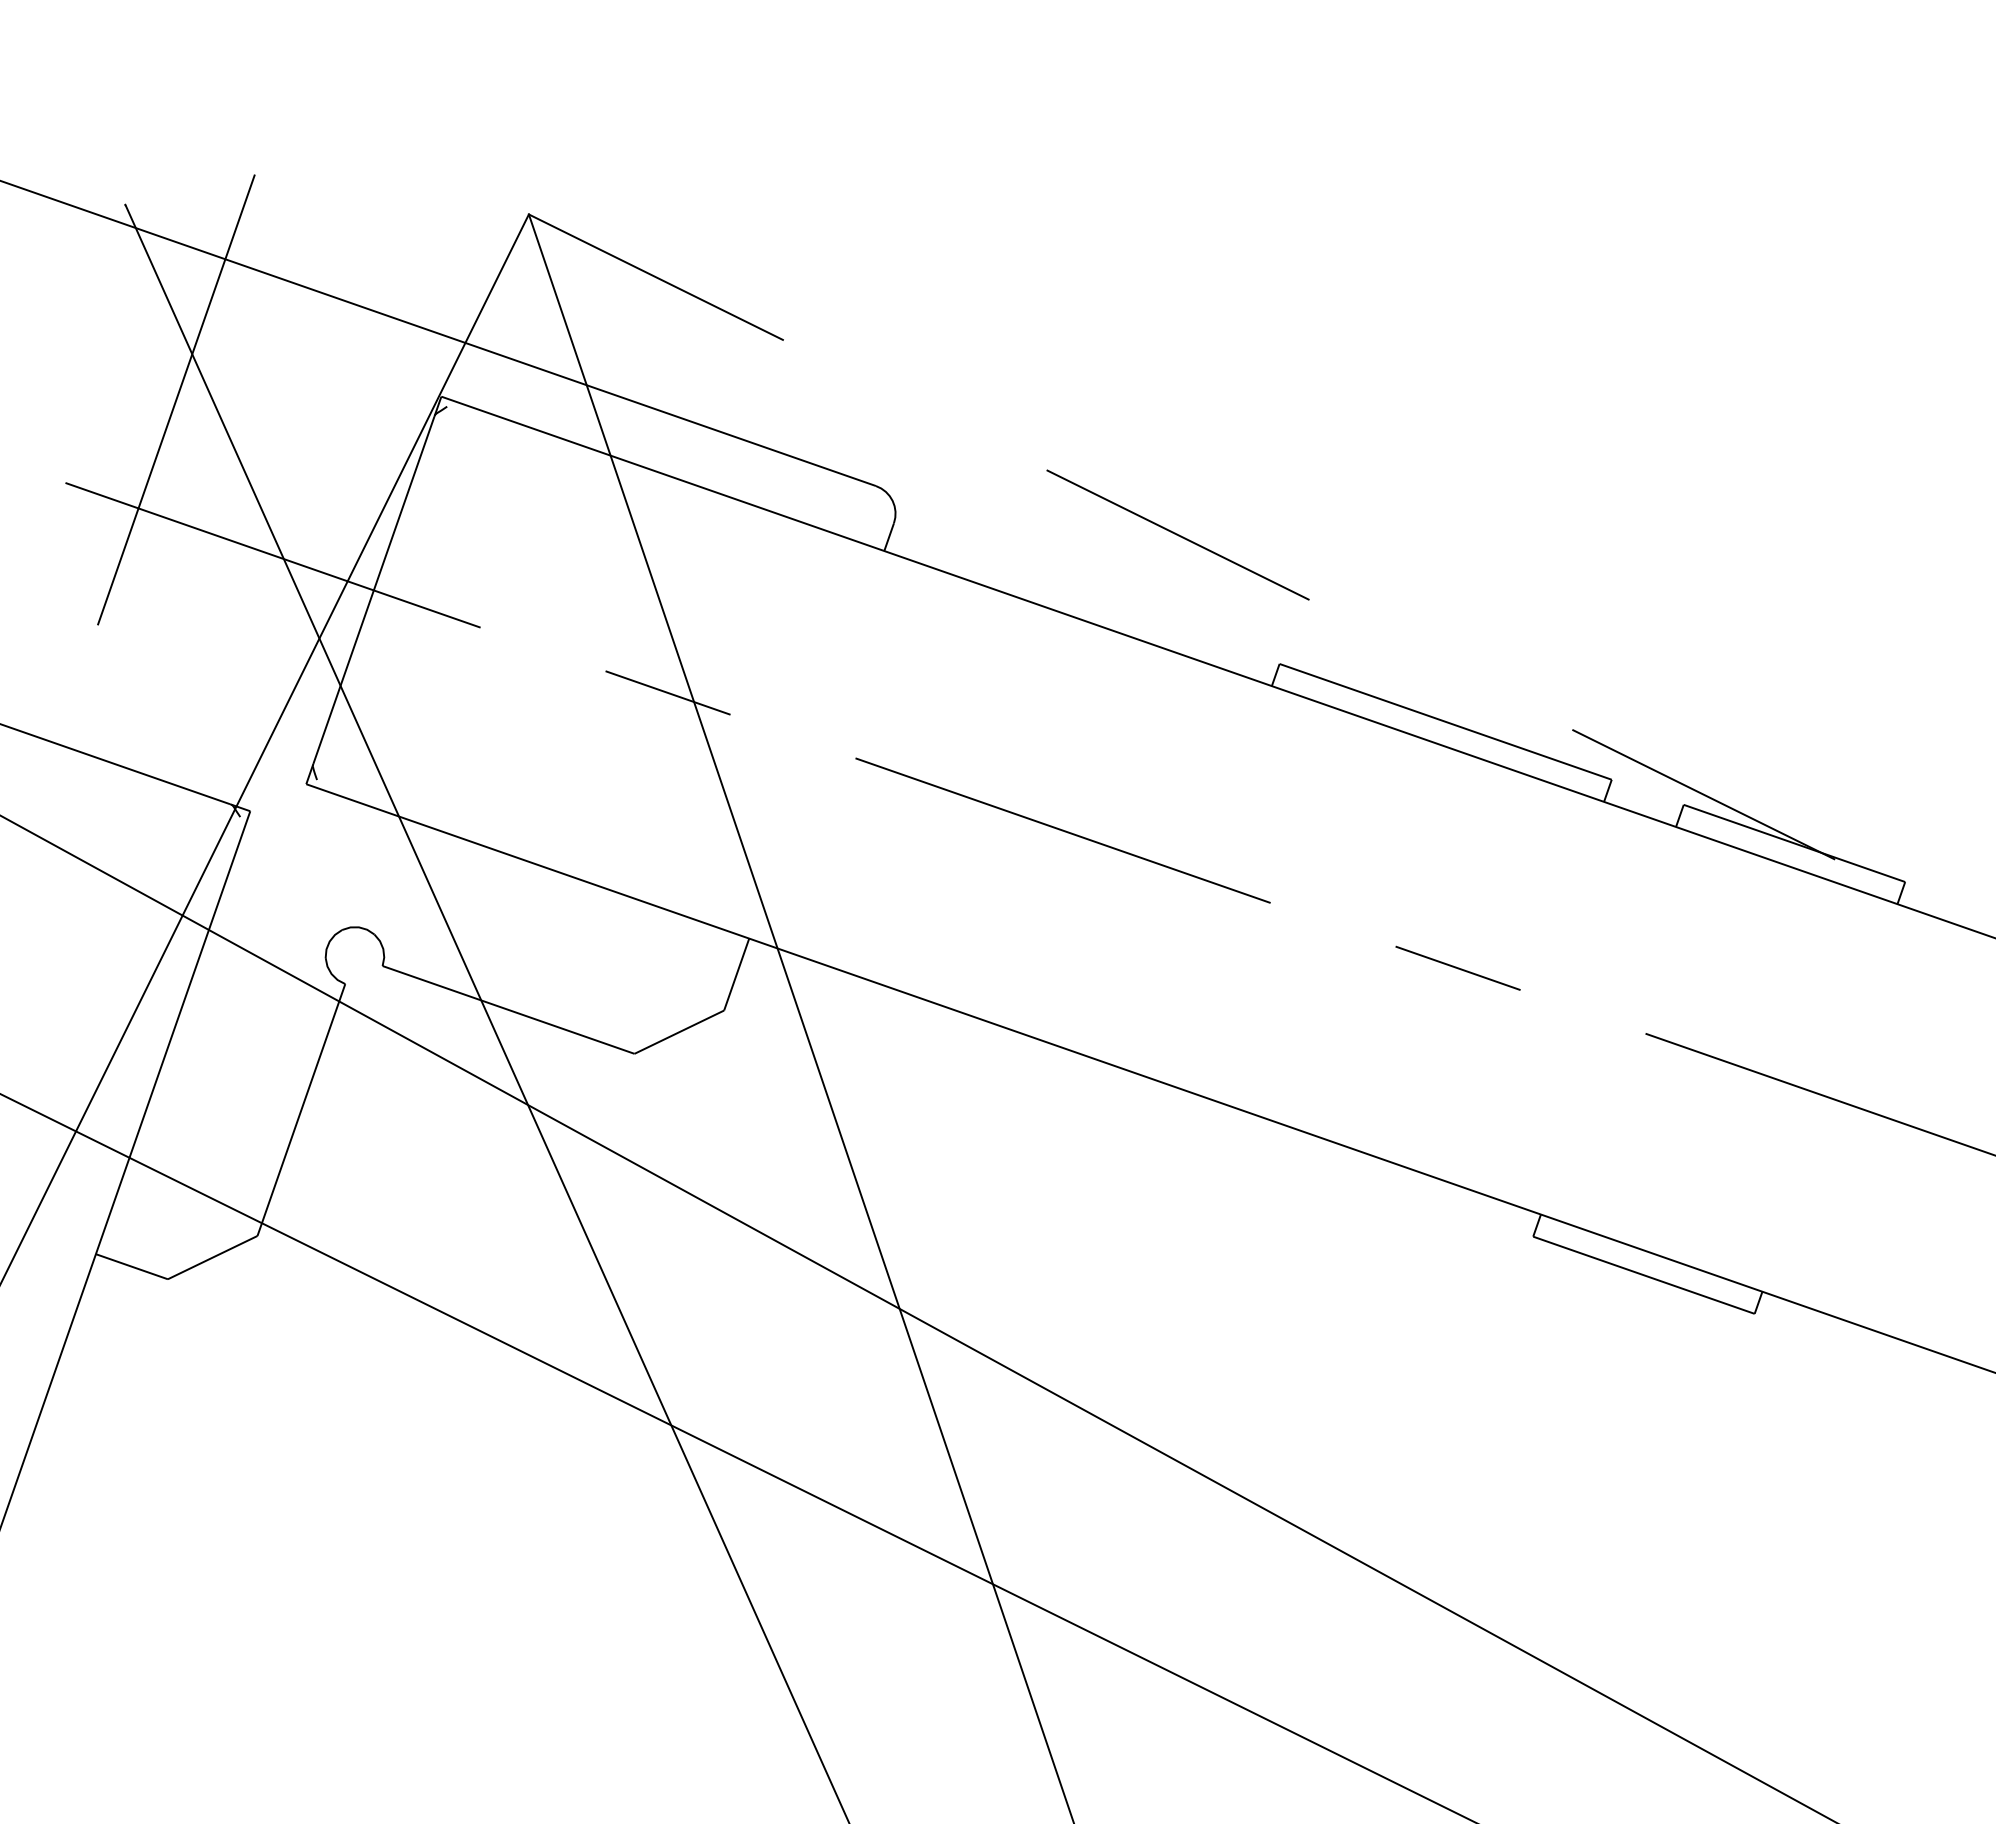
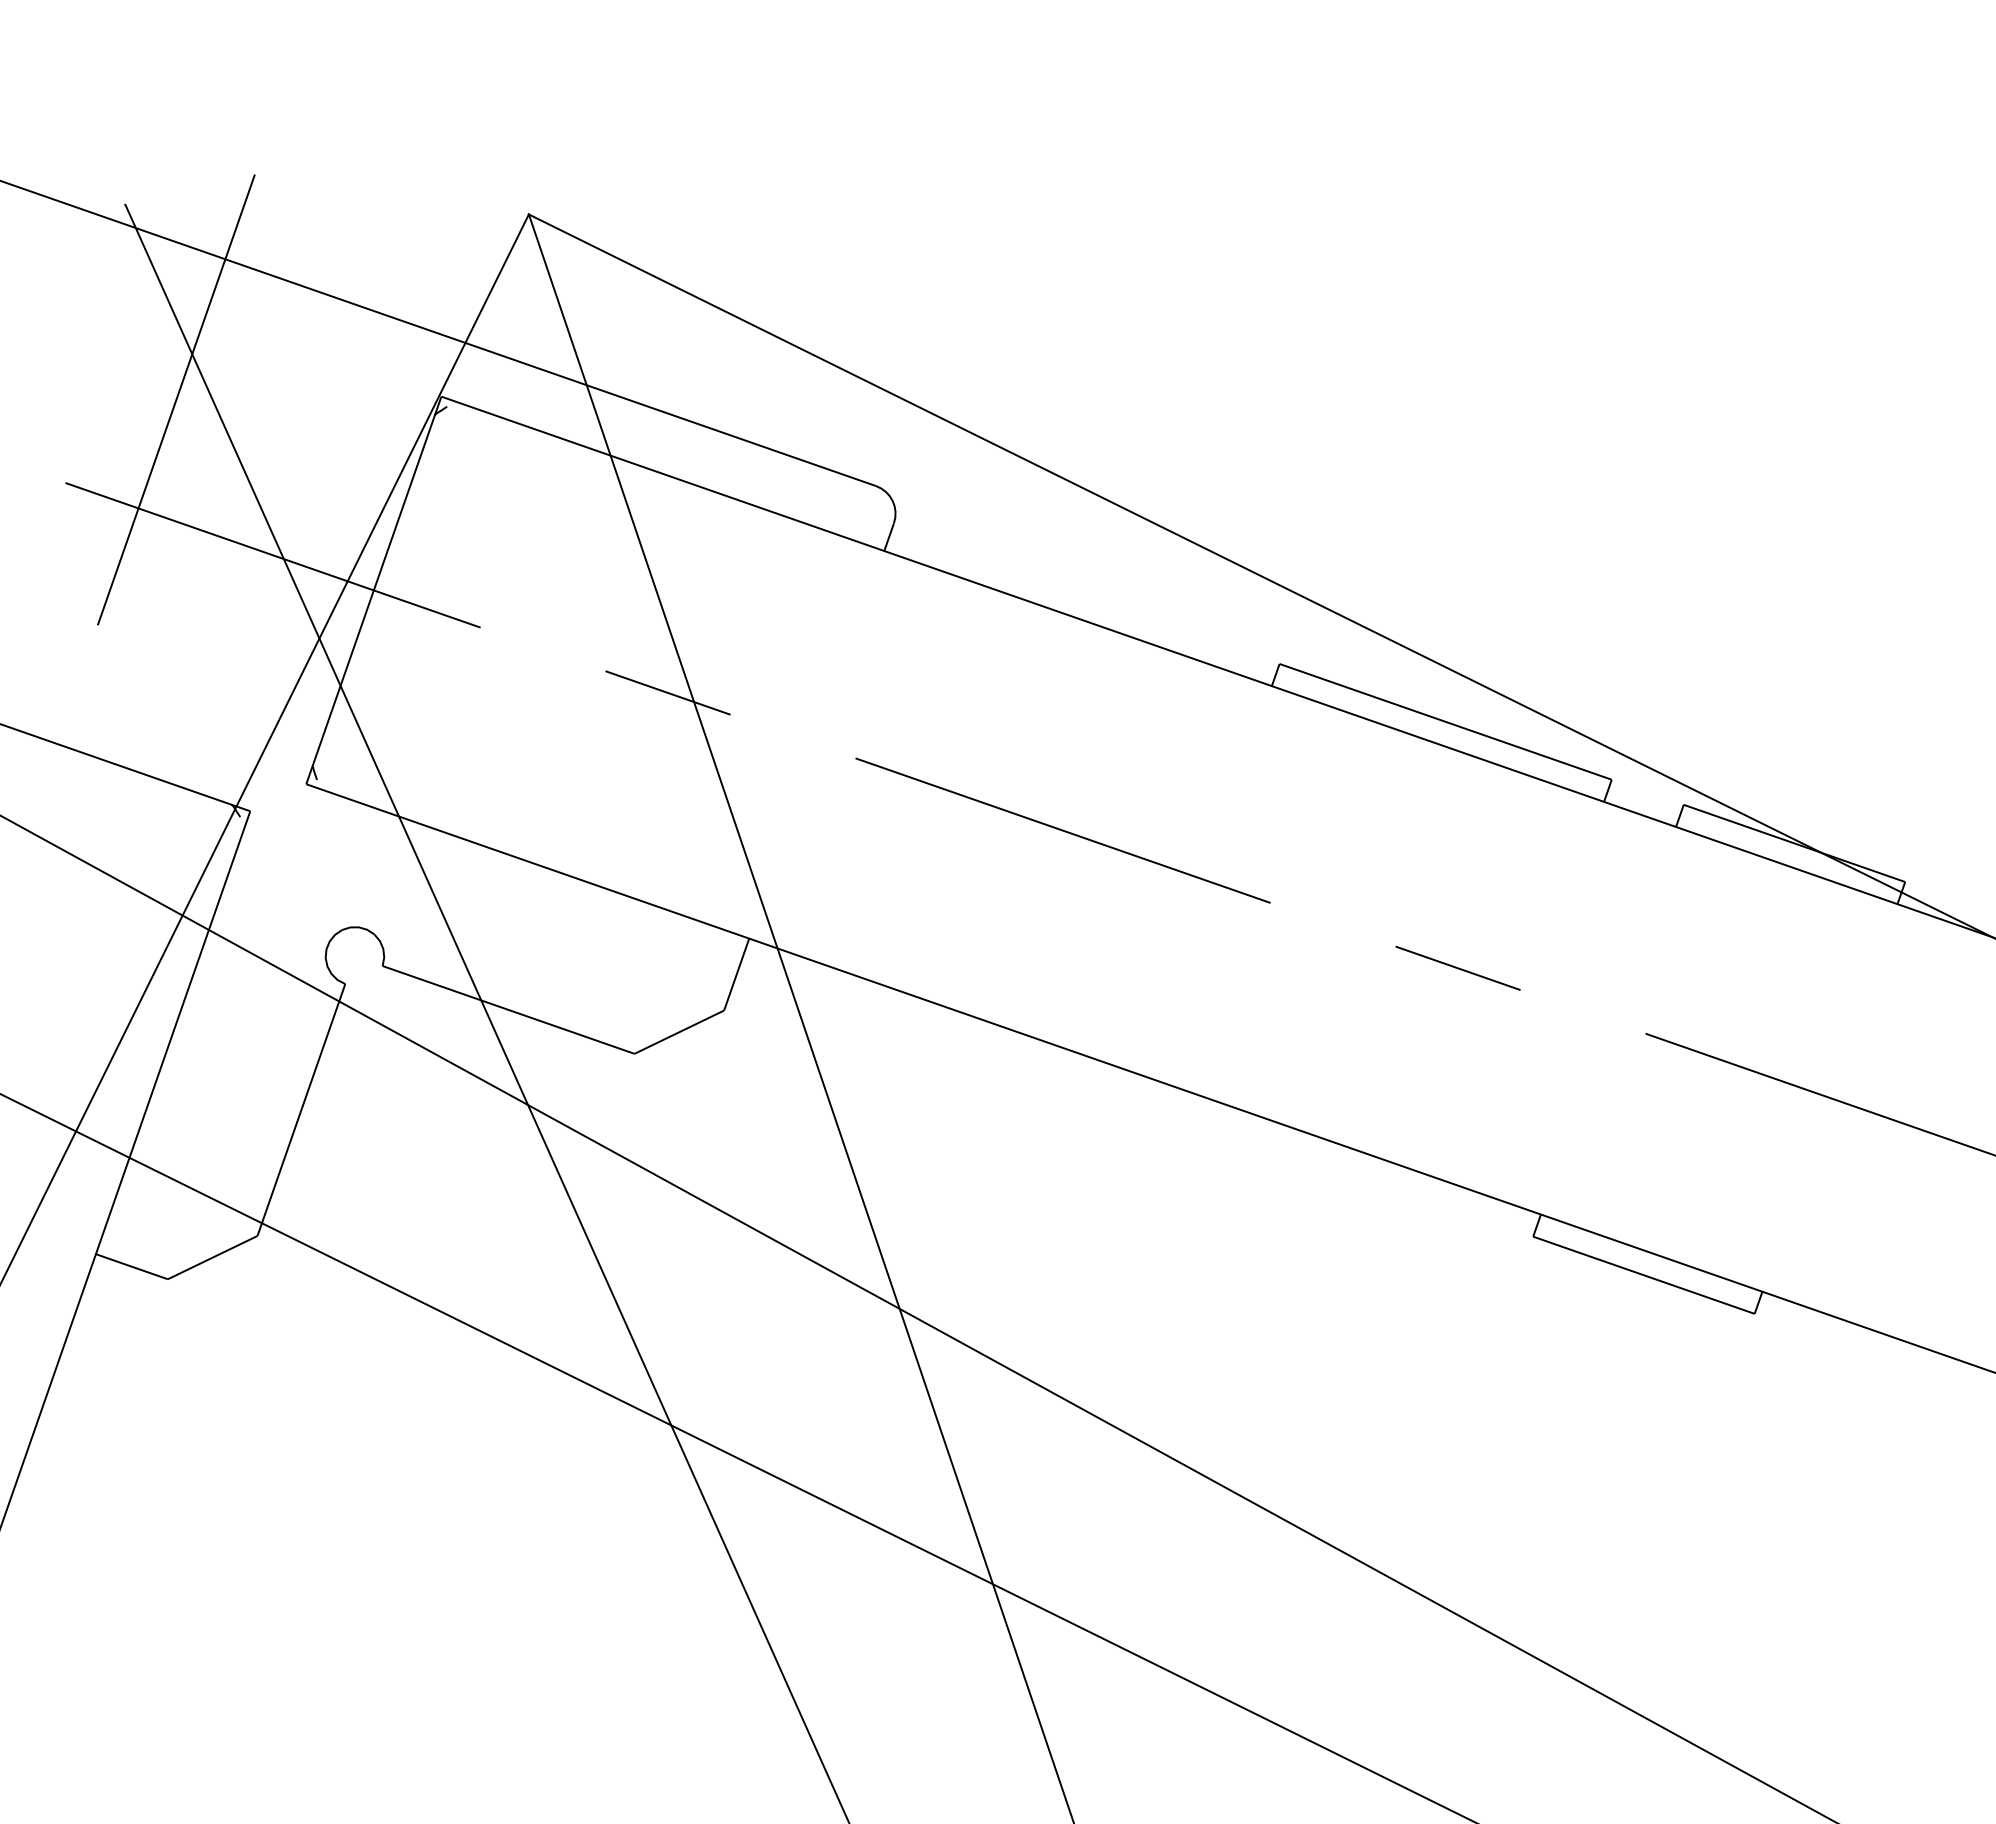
line at (1262, 576): dashed -> solid
